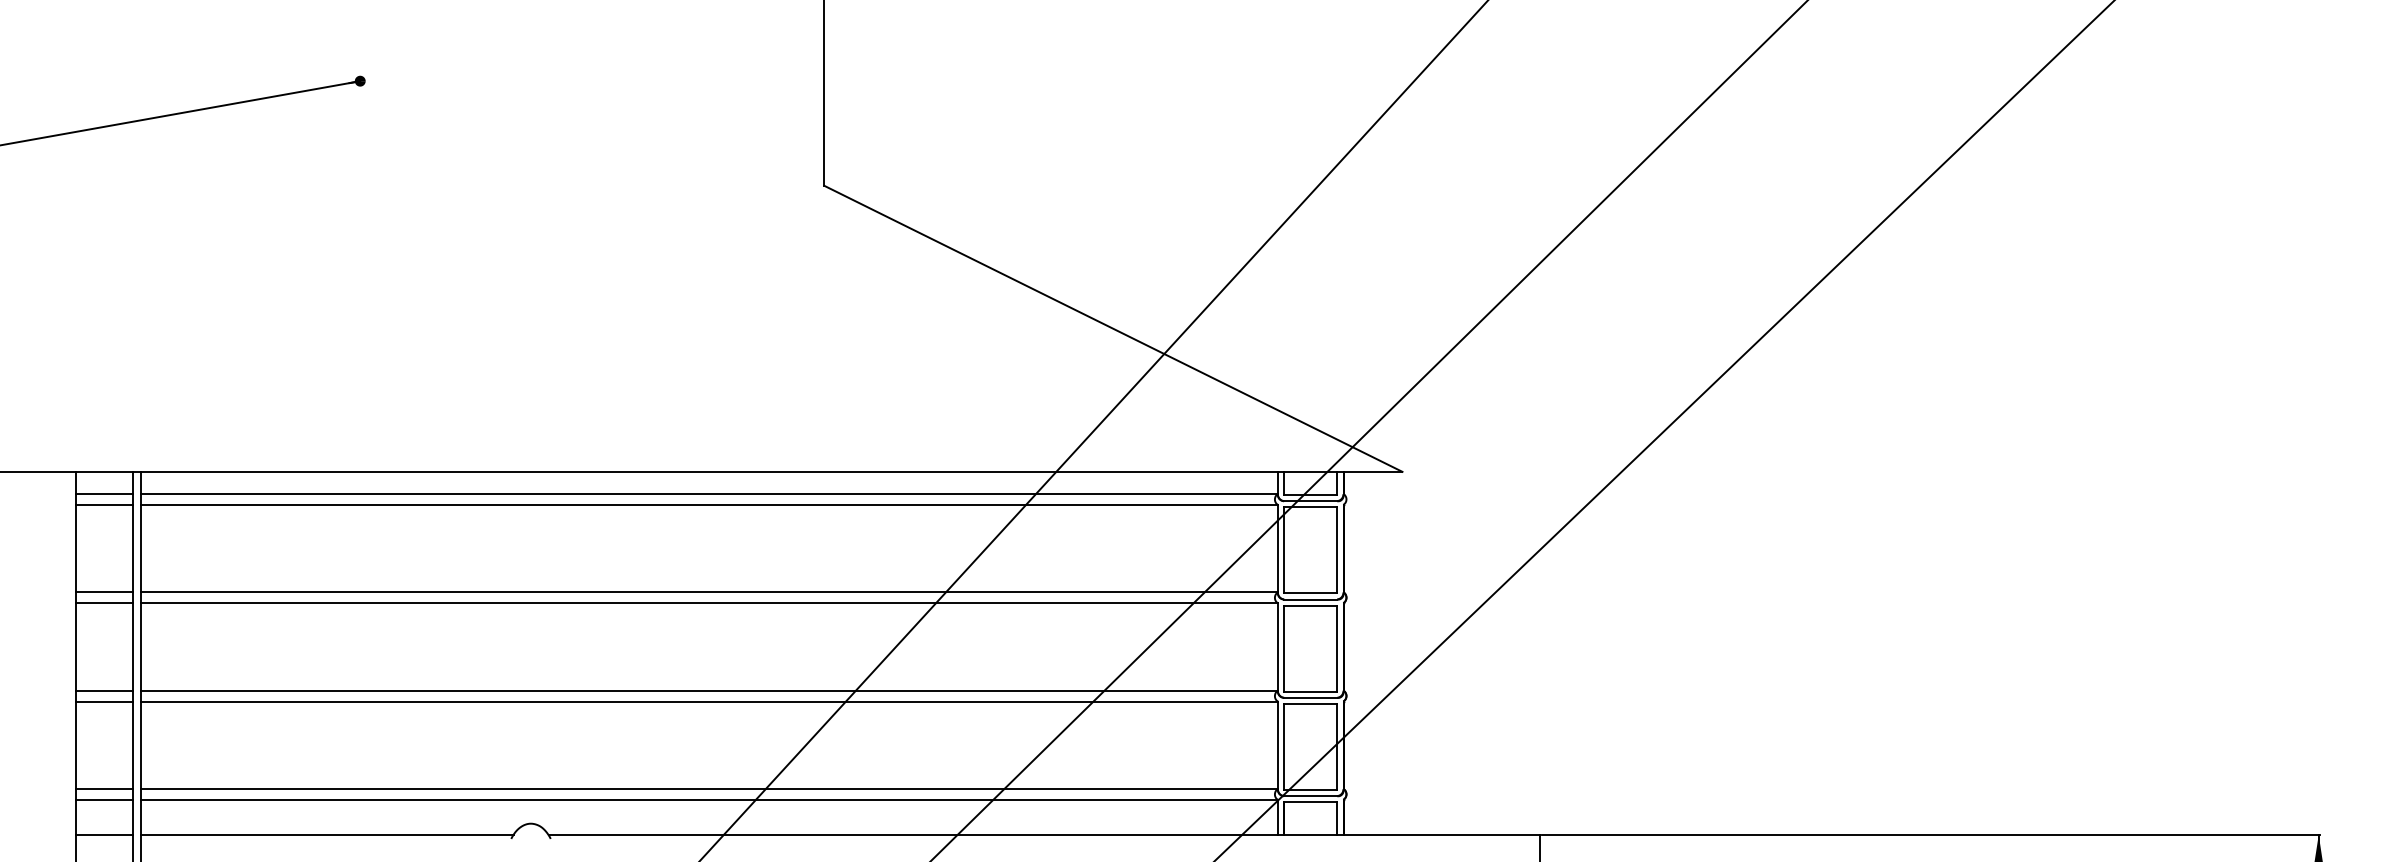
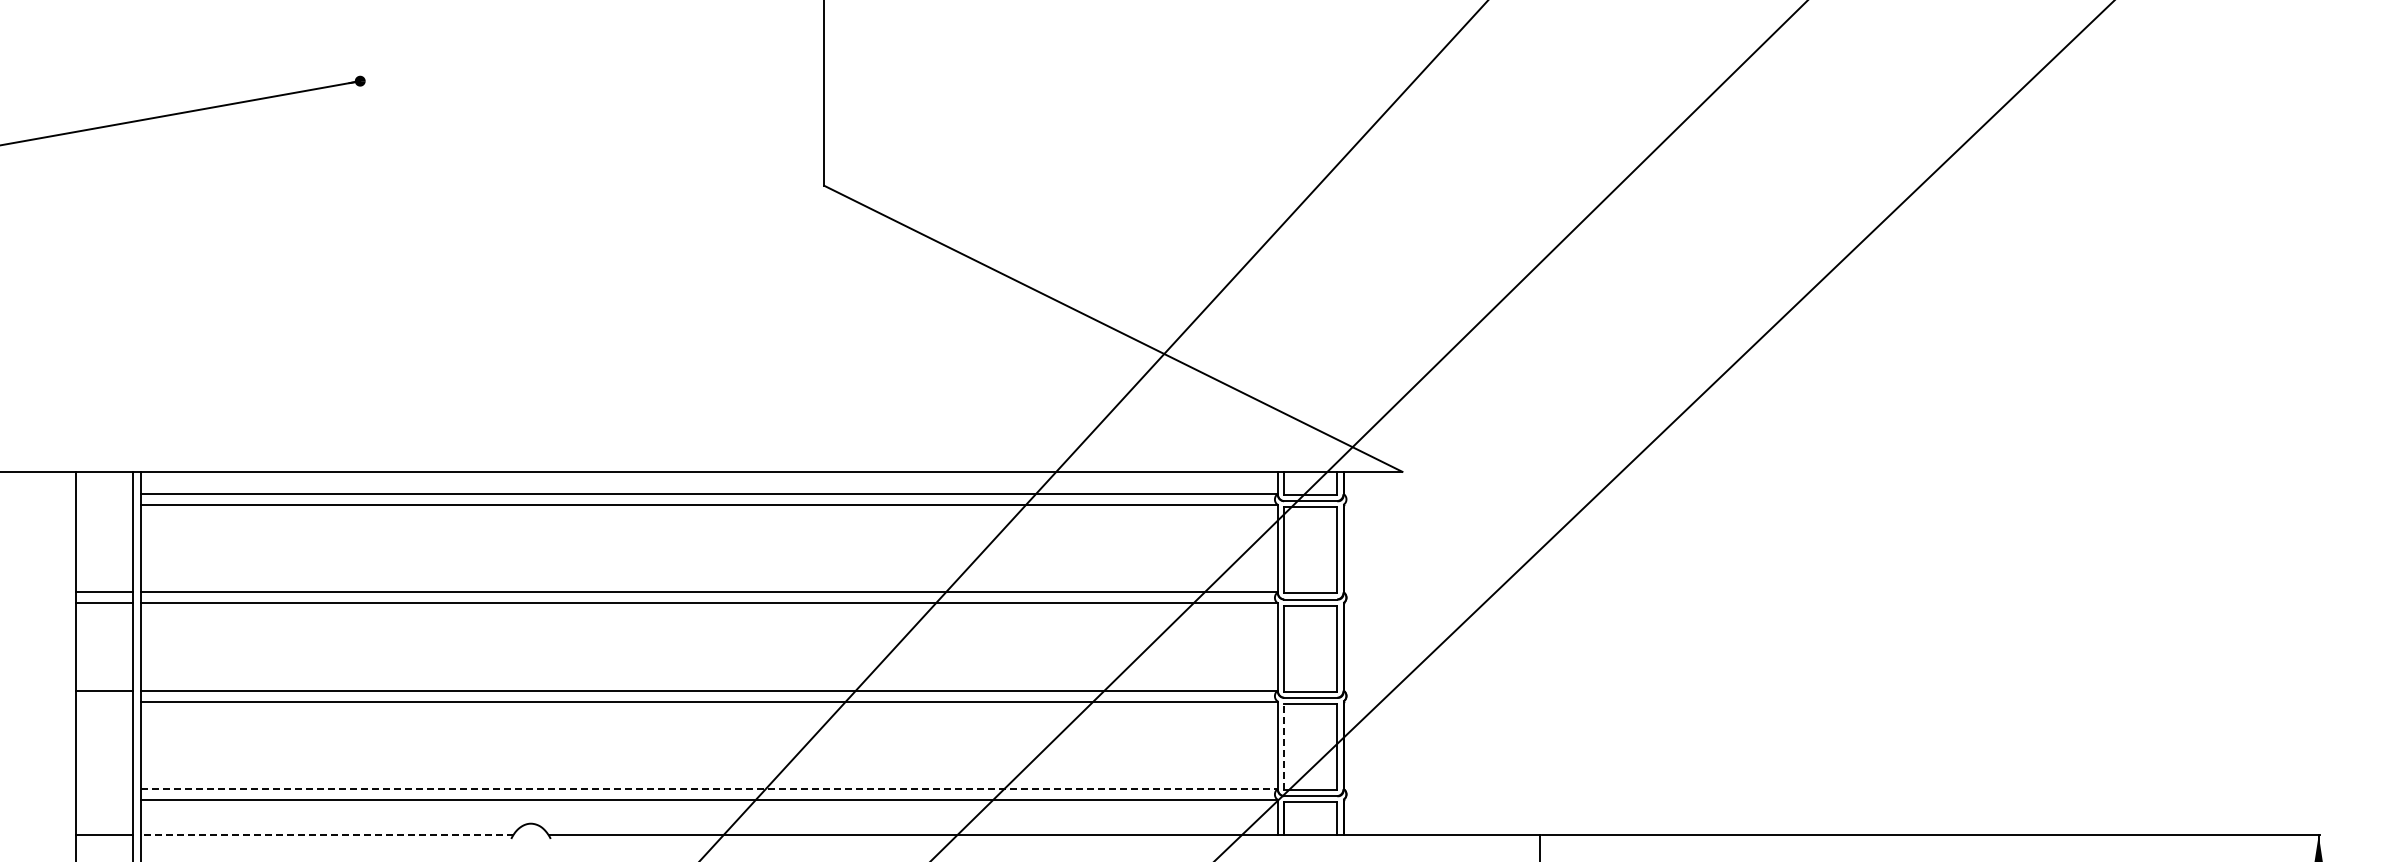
line at (104, 494): present -> none
line at (104, 504): present -> none
line at (104, 701): present -> none
line at (1284, 746): solid -> dashed
line at (104, 789): present -> none
line at (710, 789): solid -> dashed
line at (104, 799): present -> none
line at (326, 835): solid -> dashed
